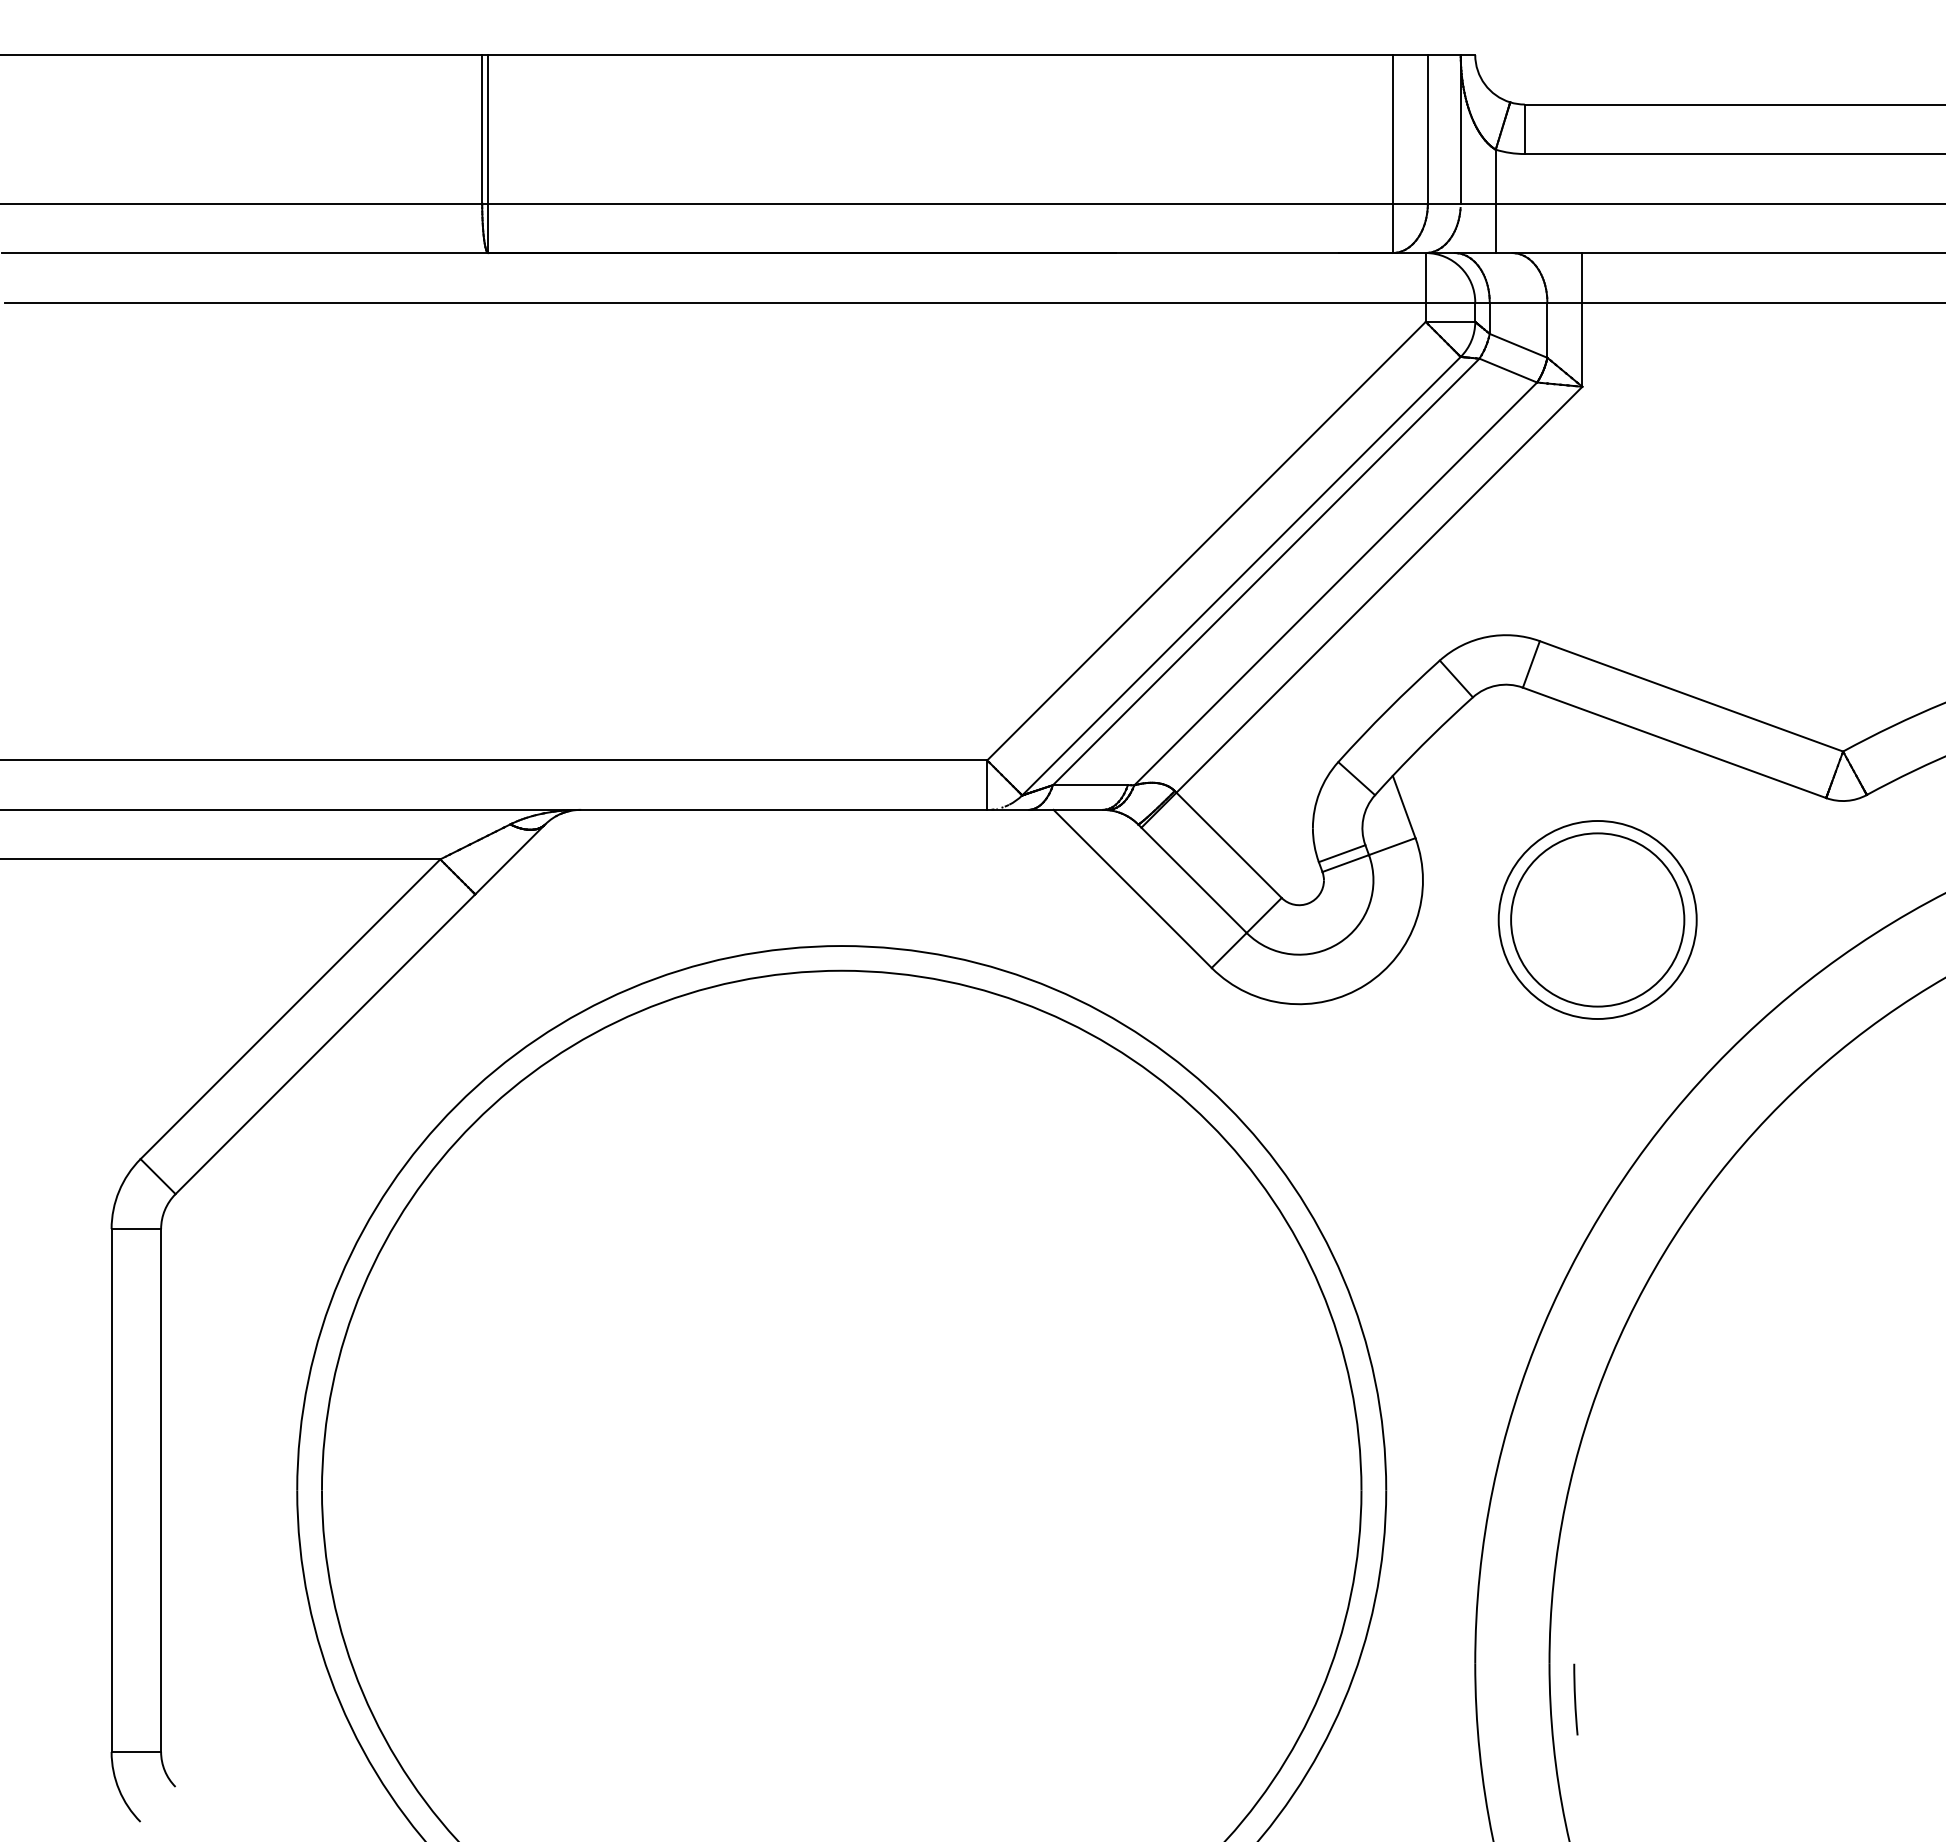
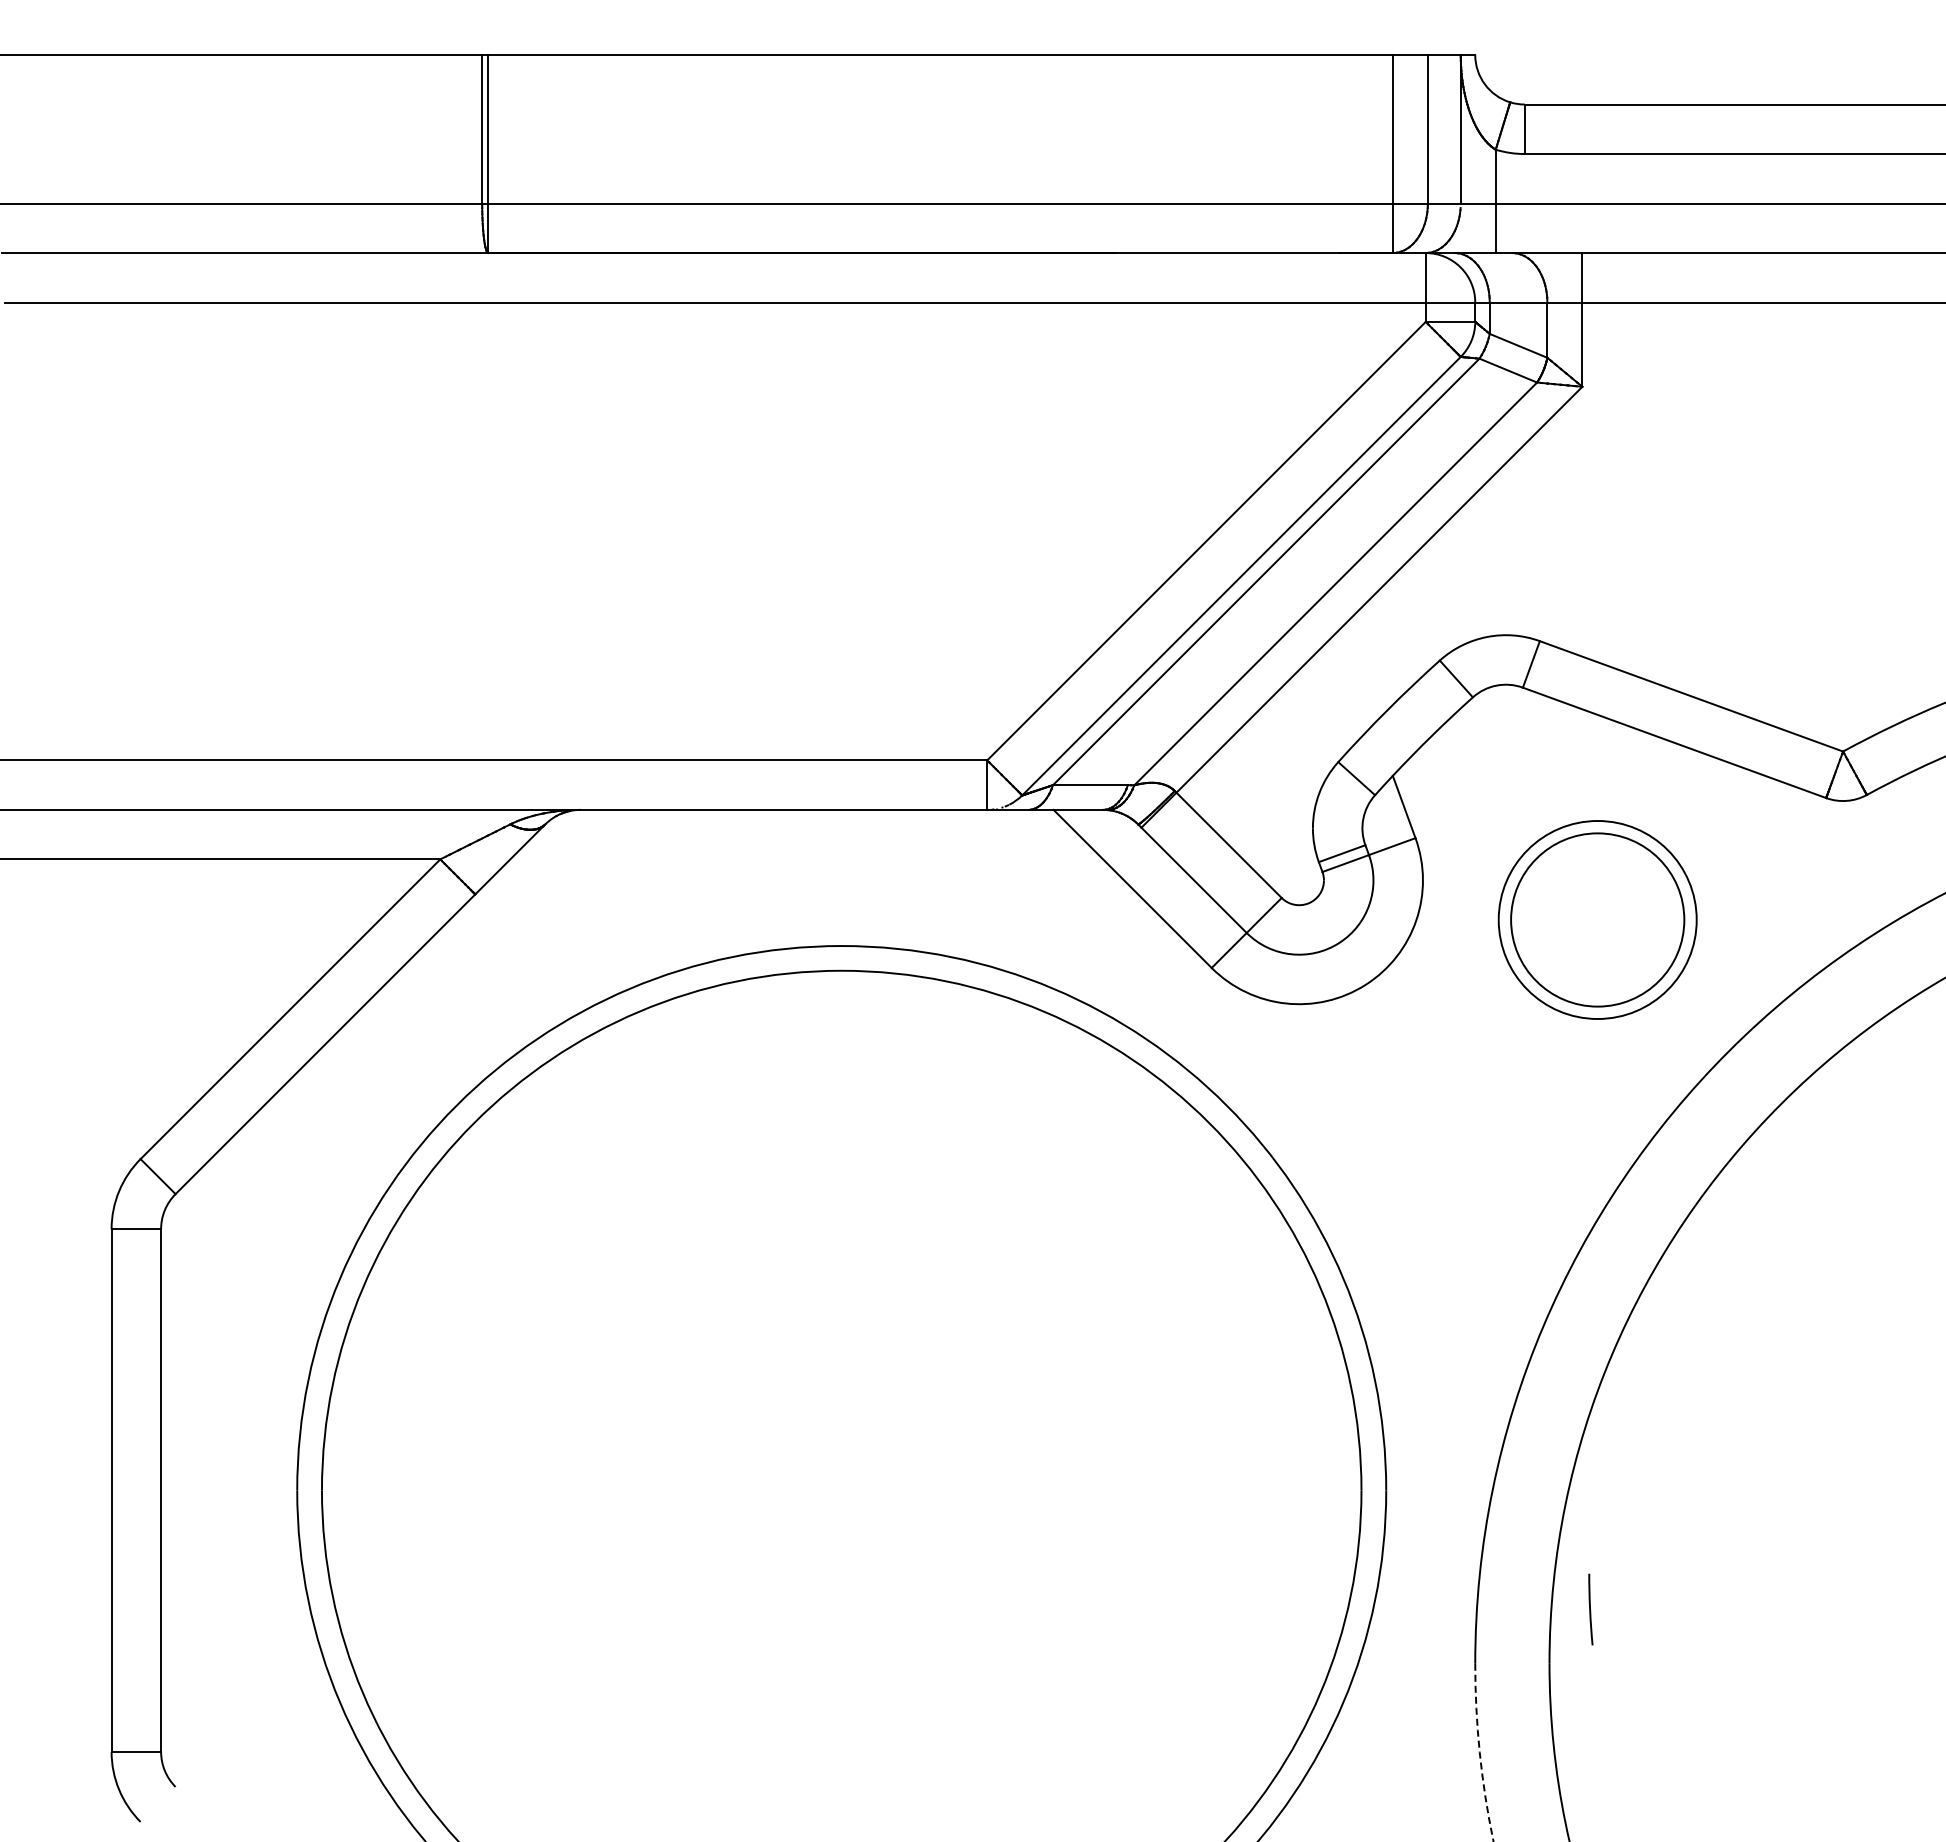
line at (1575, 1699) position: (1575, 1699) -> (1590, 1609)
arc at (1479, 1752): solid -> dashed
